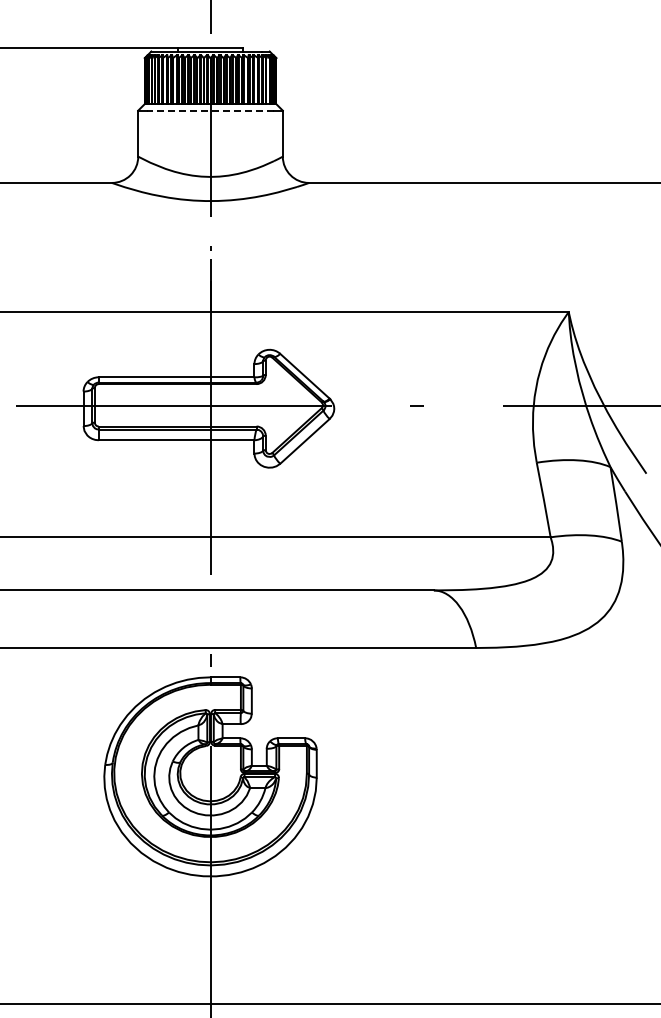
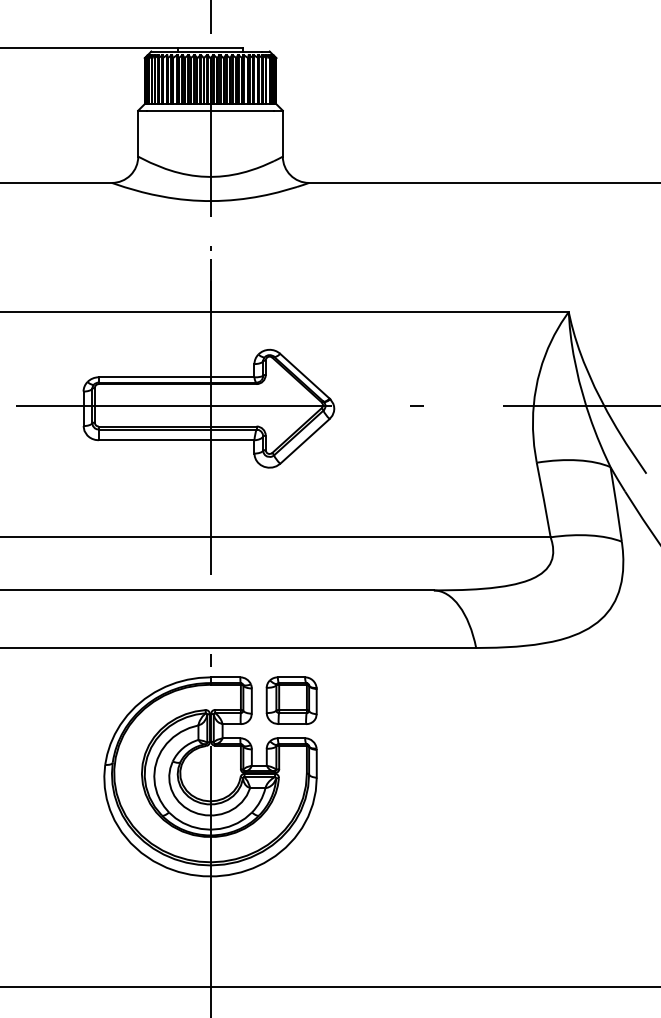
line at (210, 110): dashed -> solid
part at (291, 700): none -> present
line at (329, 1004) position: (329, 1004) -> (329, 987)
